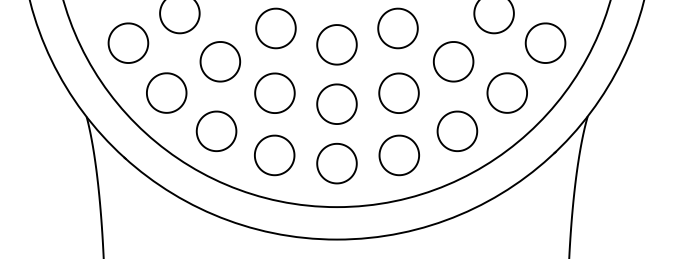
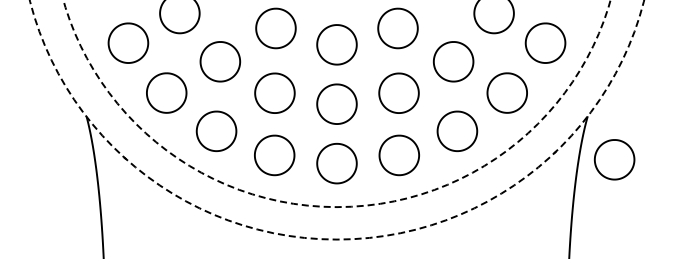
circle at (336, 119): solid -> dashed
part at (614, 159): none -> present
arc at (336, 207): solid -> dashed
